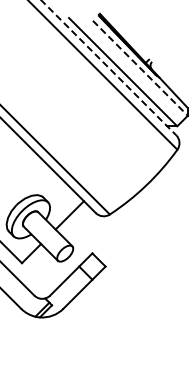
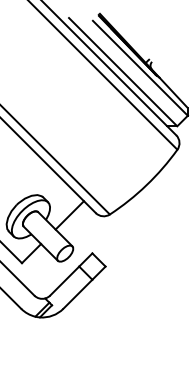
line at (109, 68): dashed -> solid
line at (140, 68): dashed -> solid
